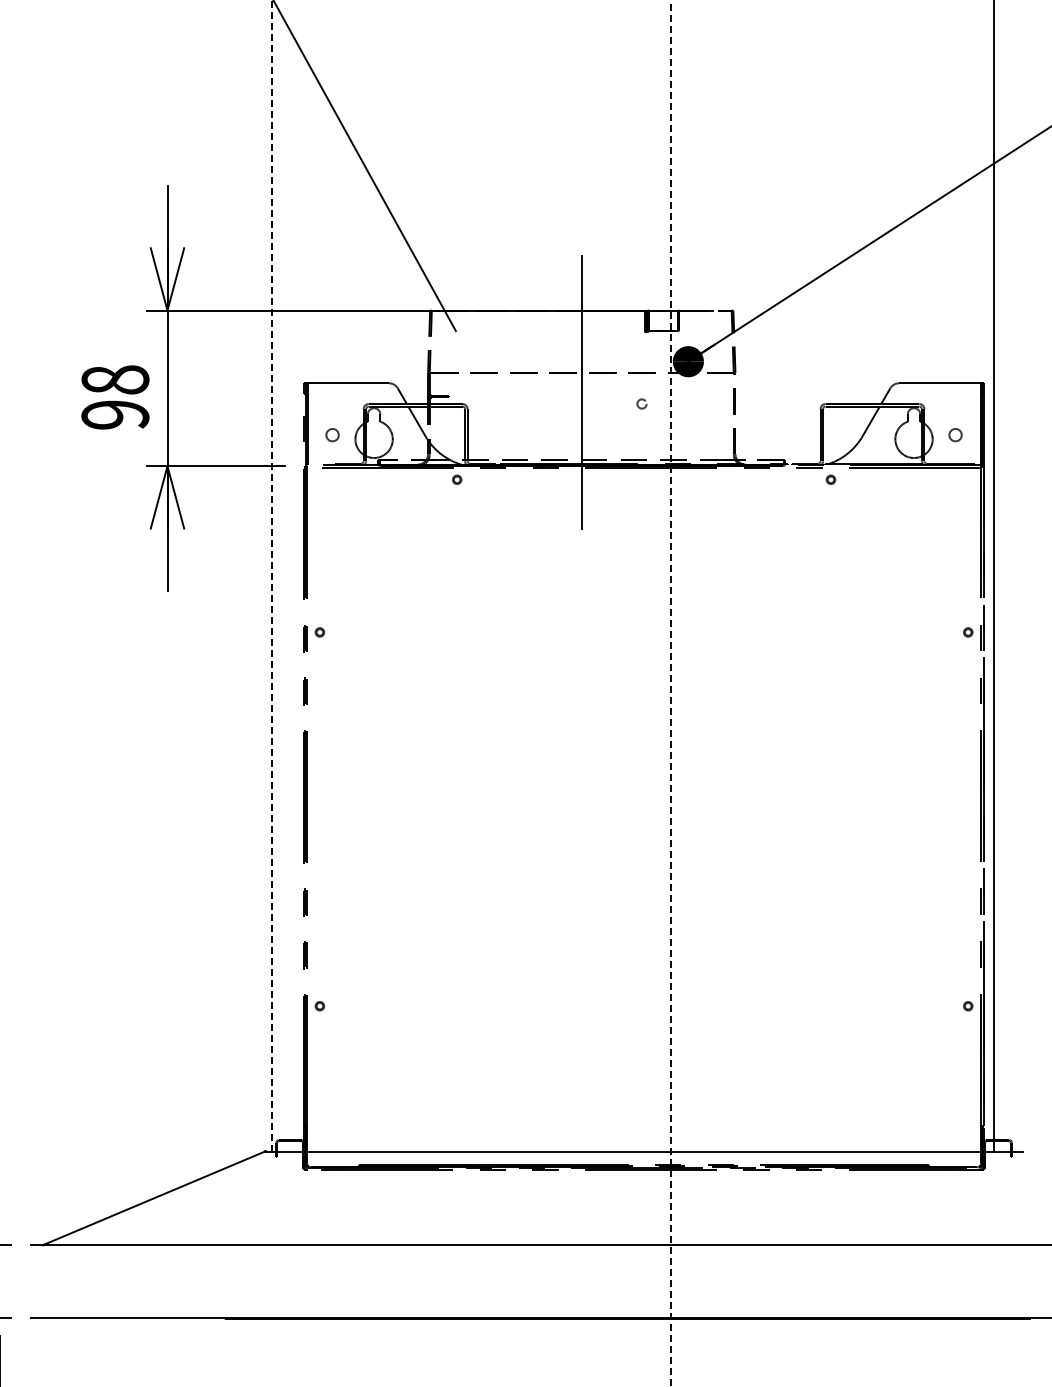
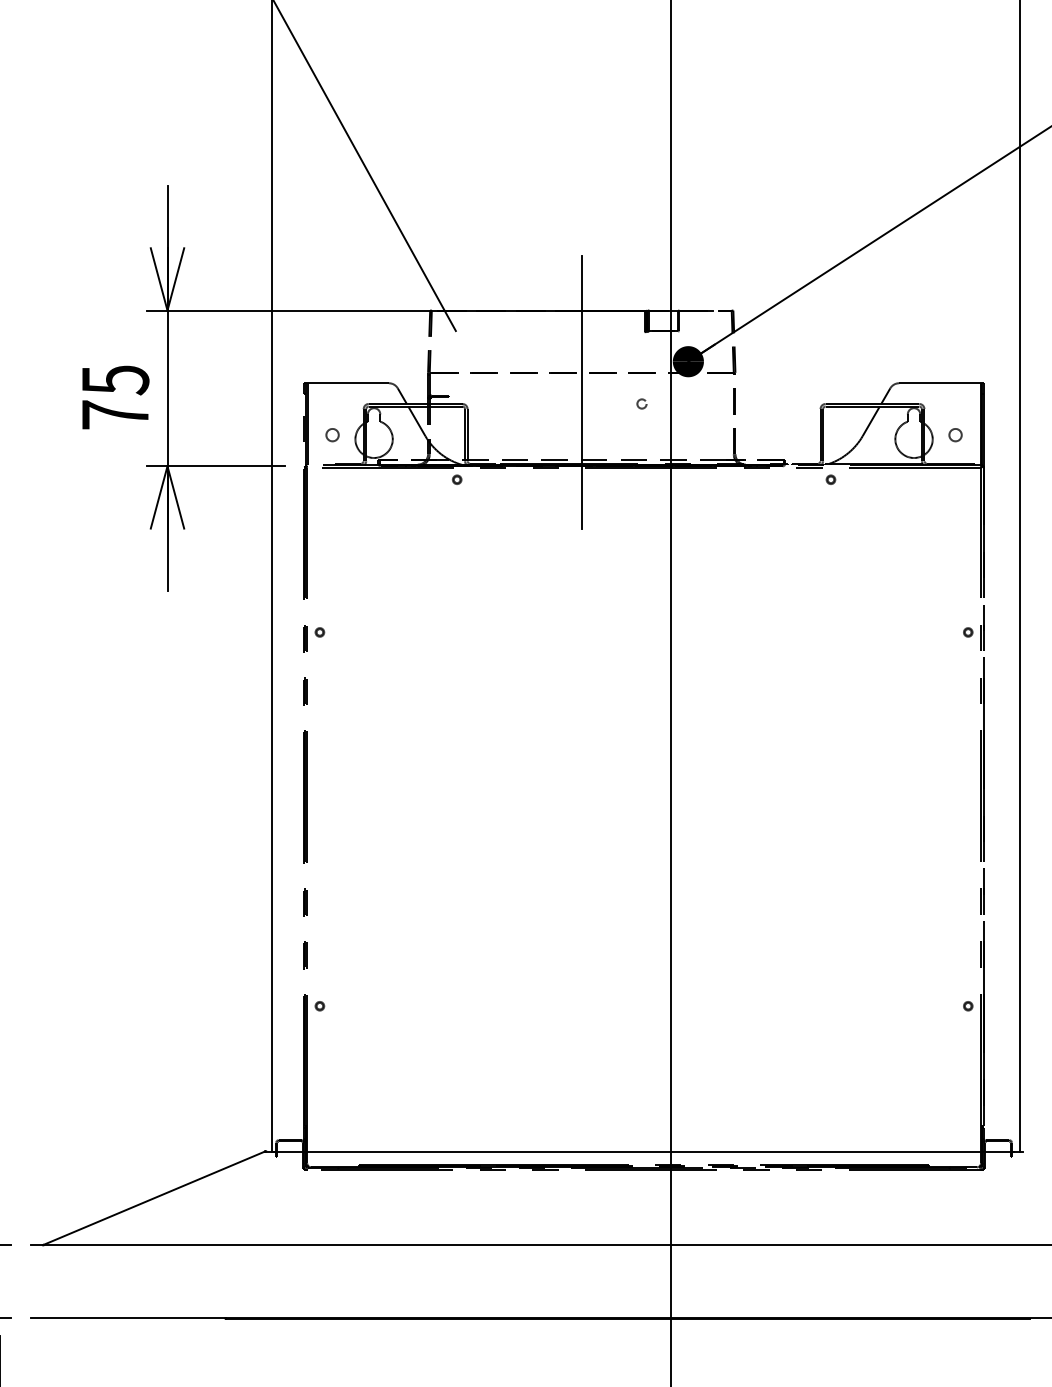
text at (115, 397): 98 -> 75
line at (272, 575): dashed -> solid
line at (993, 576) position: (993, 576) -> (1019, 576)
line at (671, 693): dashed -> solid
